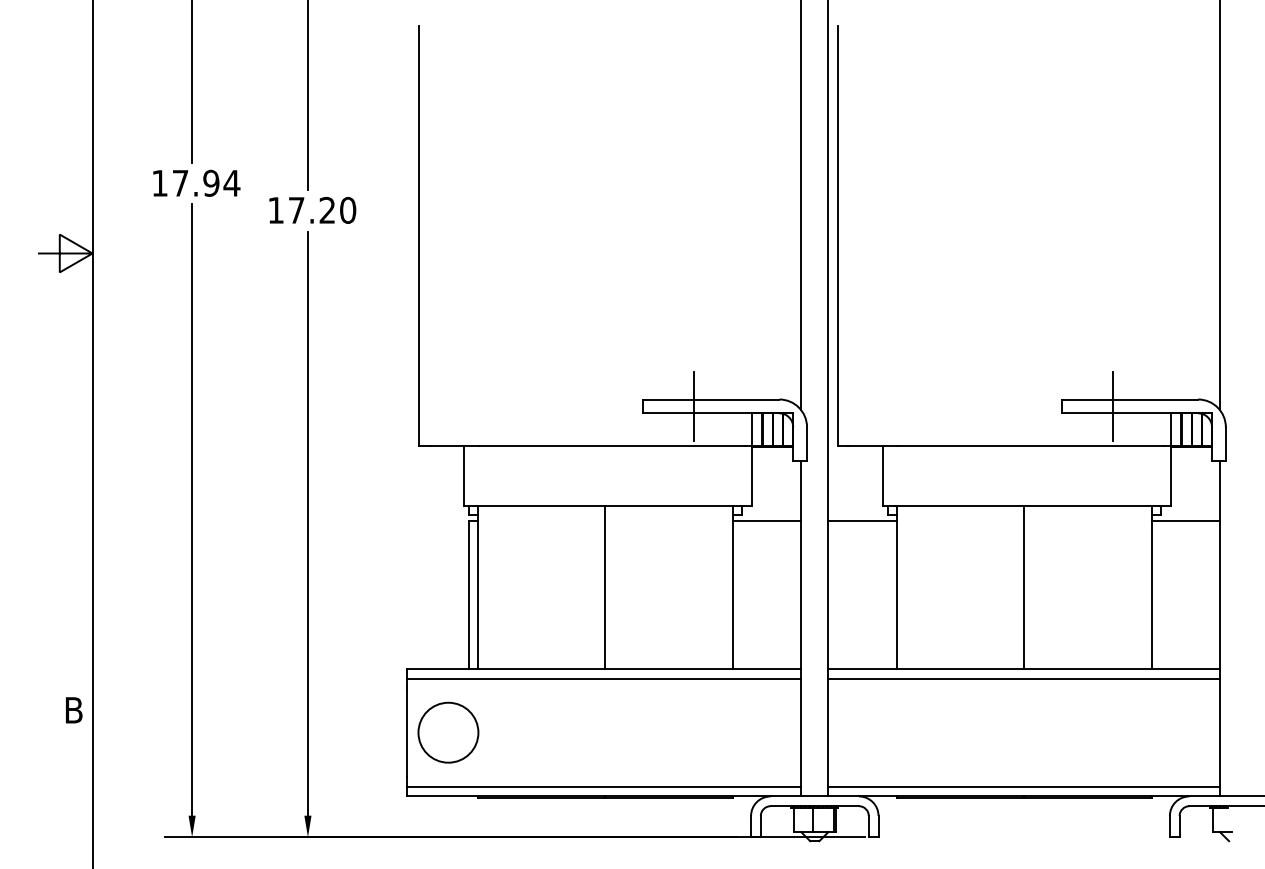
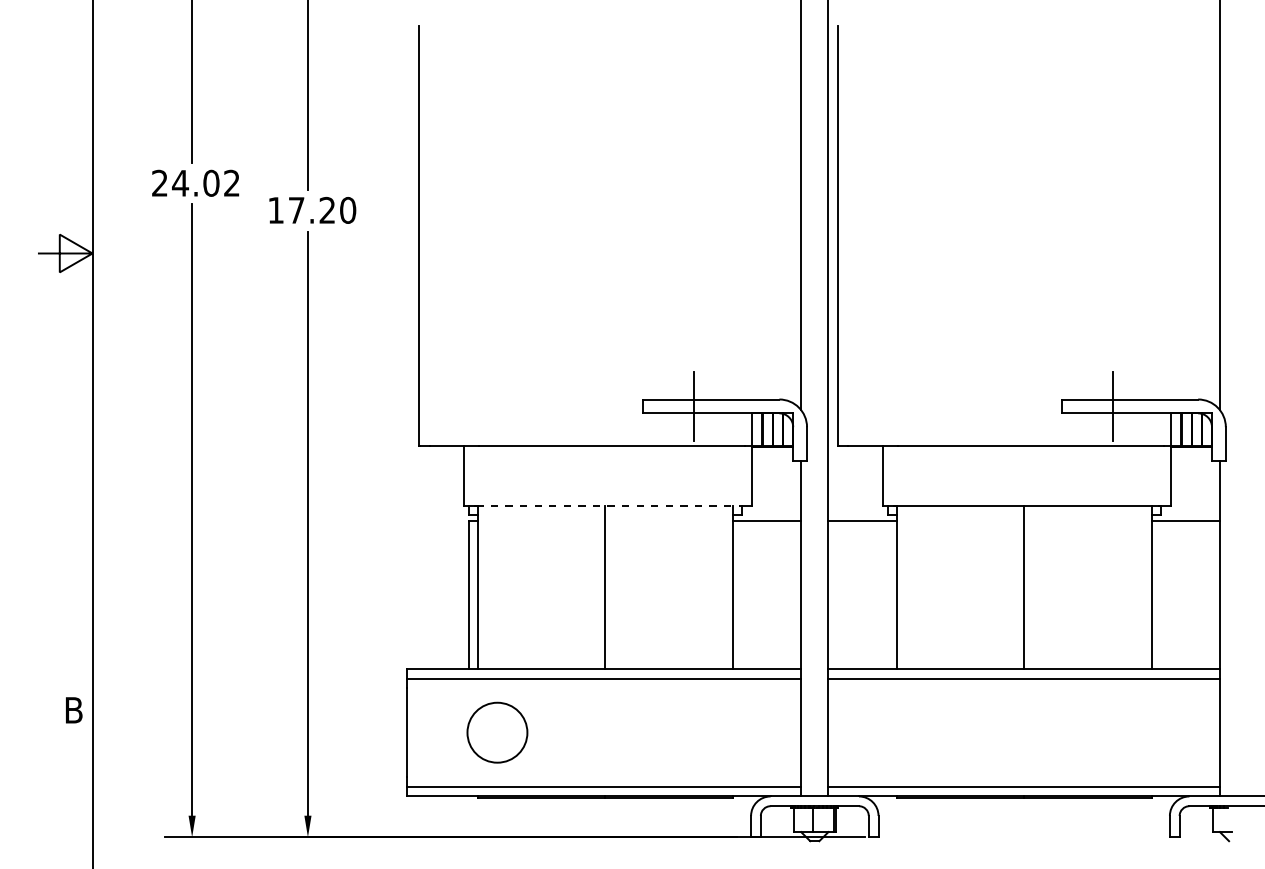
text at (196, 182): 17.94 -> 24.02
line at (608, 505): solid -> dashed
circle at (448, 732) position: (448, 732) -> (497, 732)
